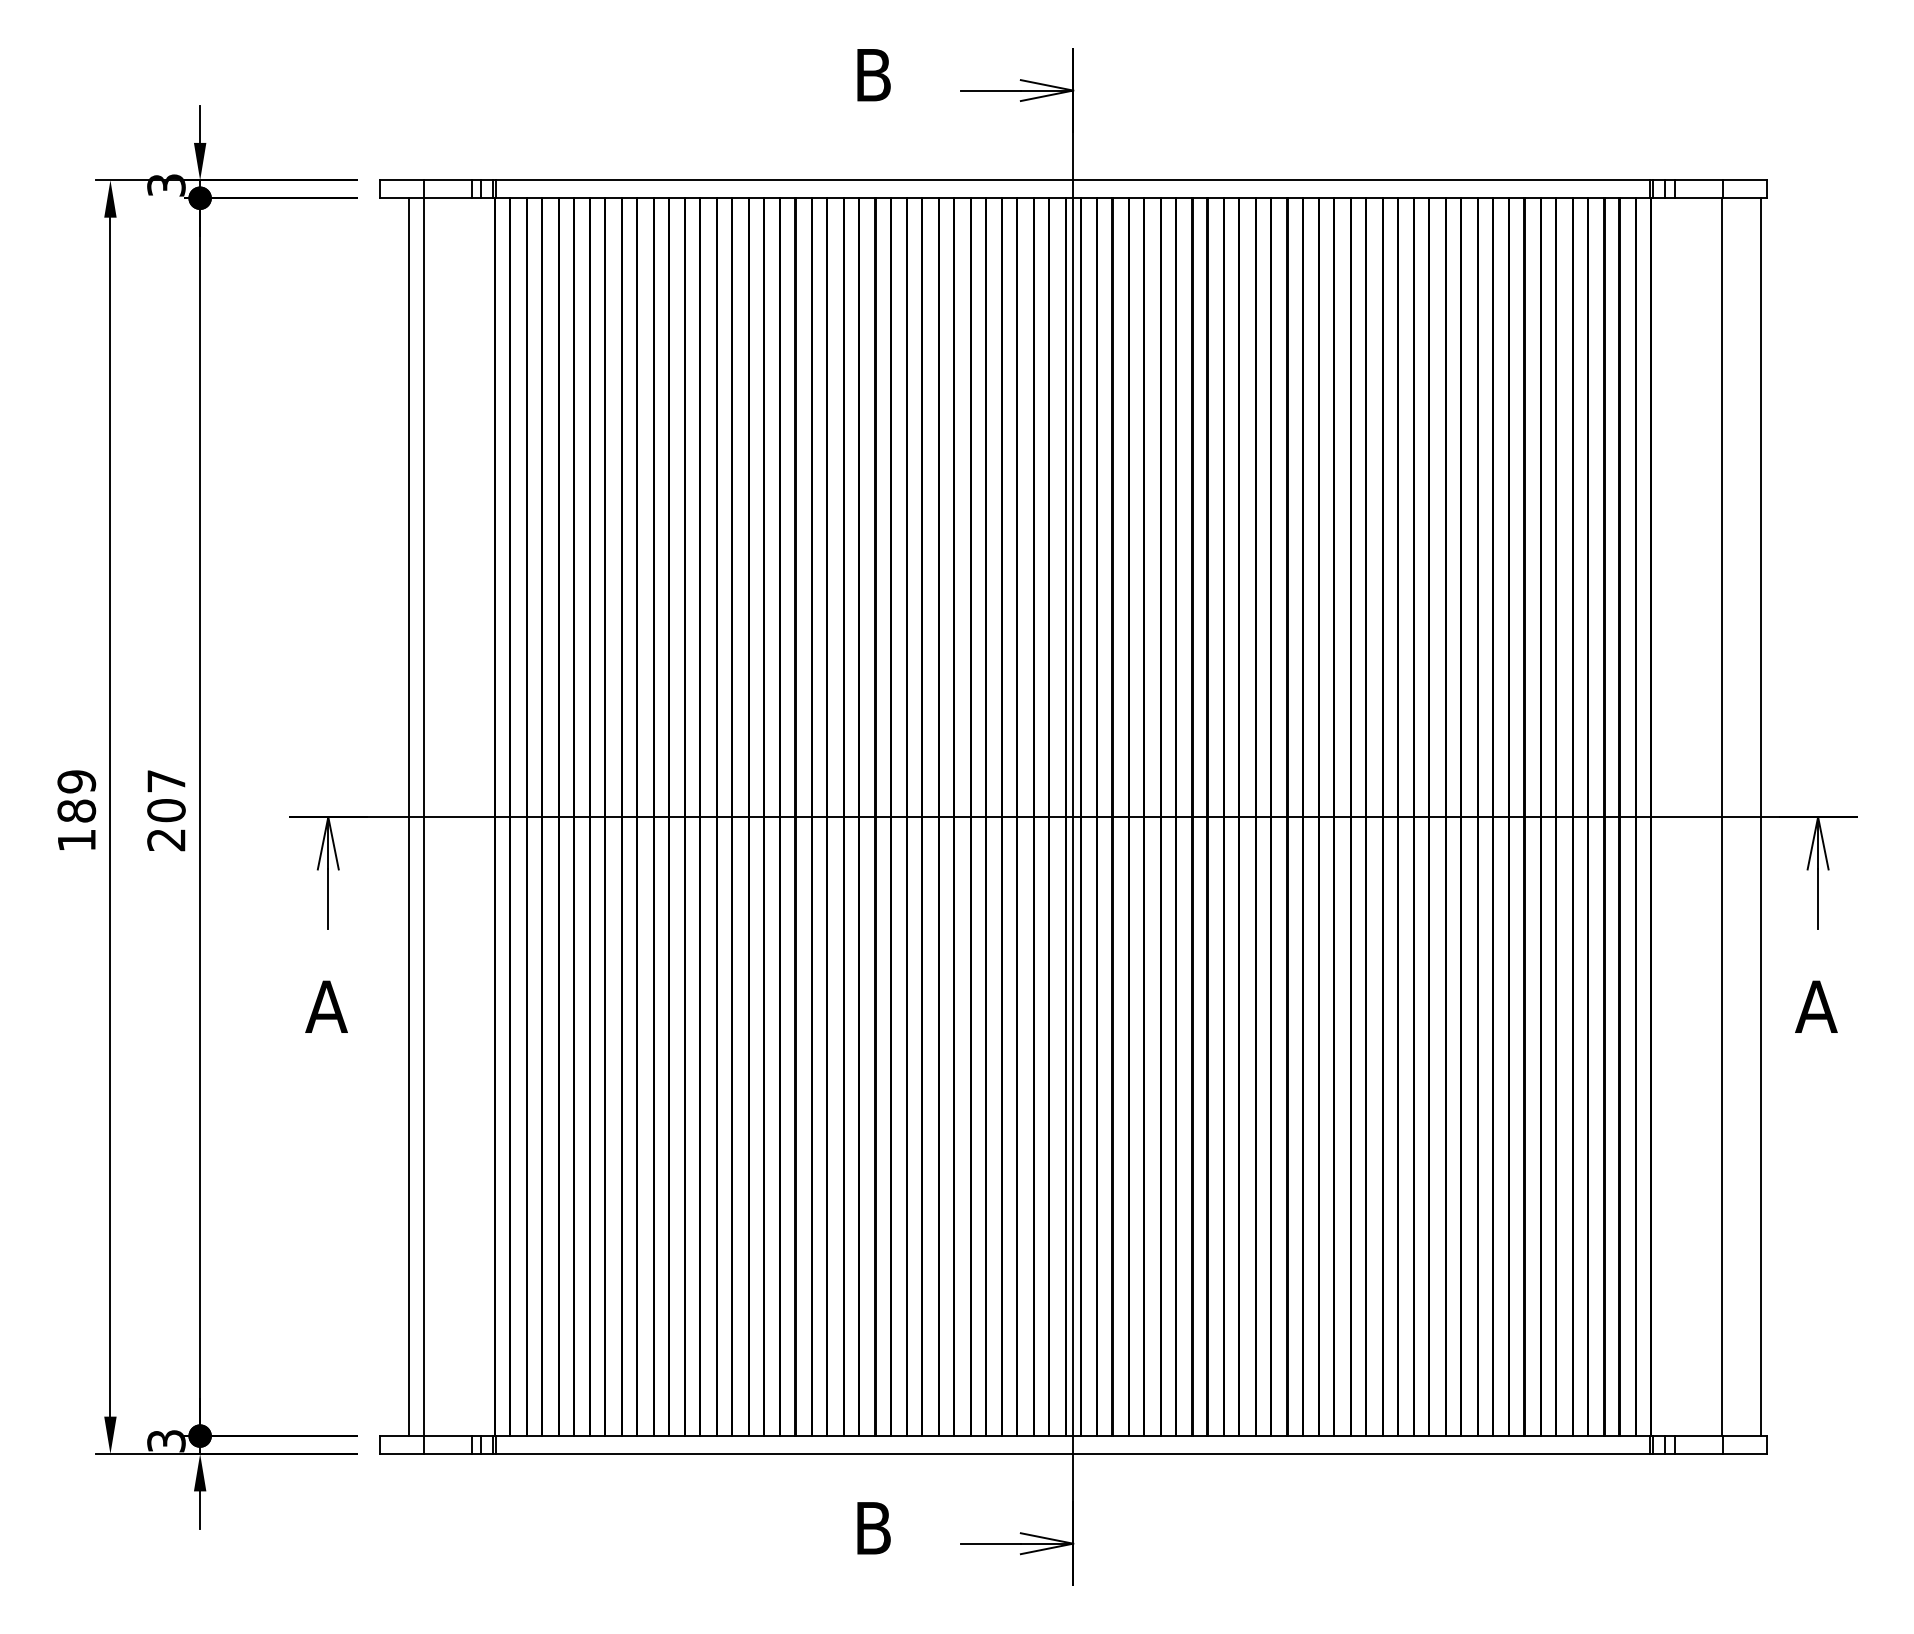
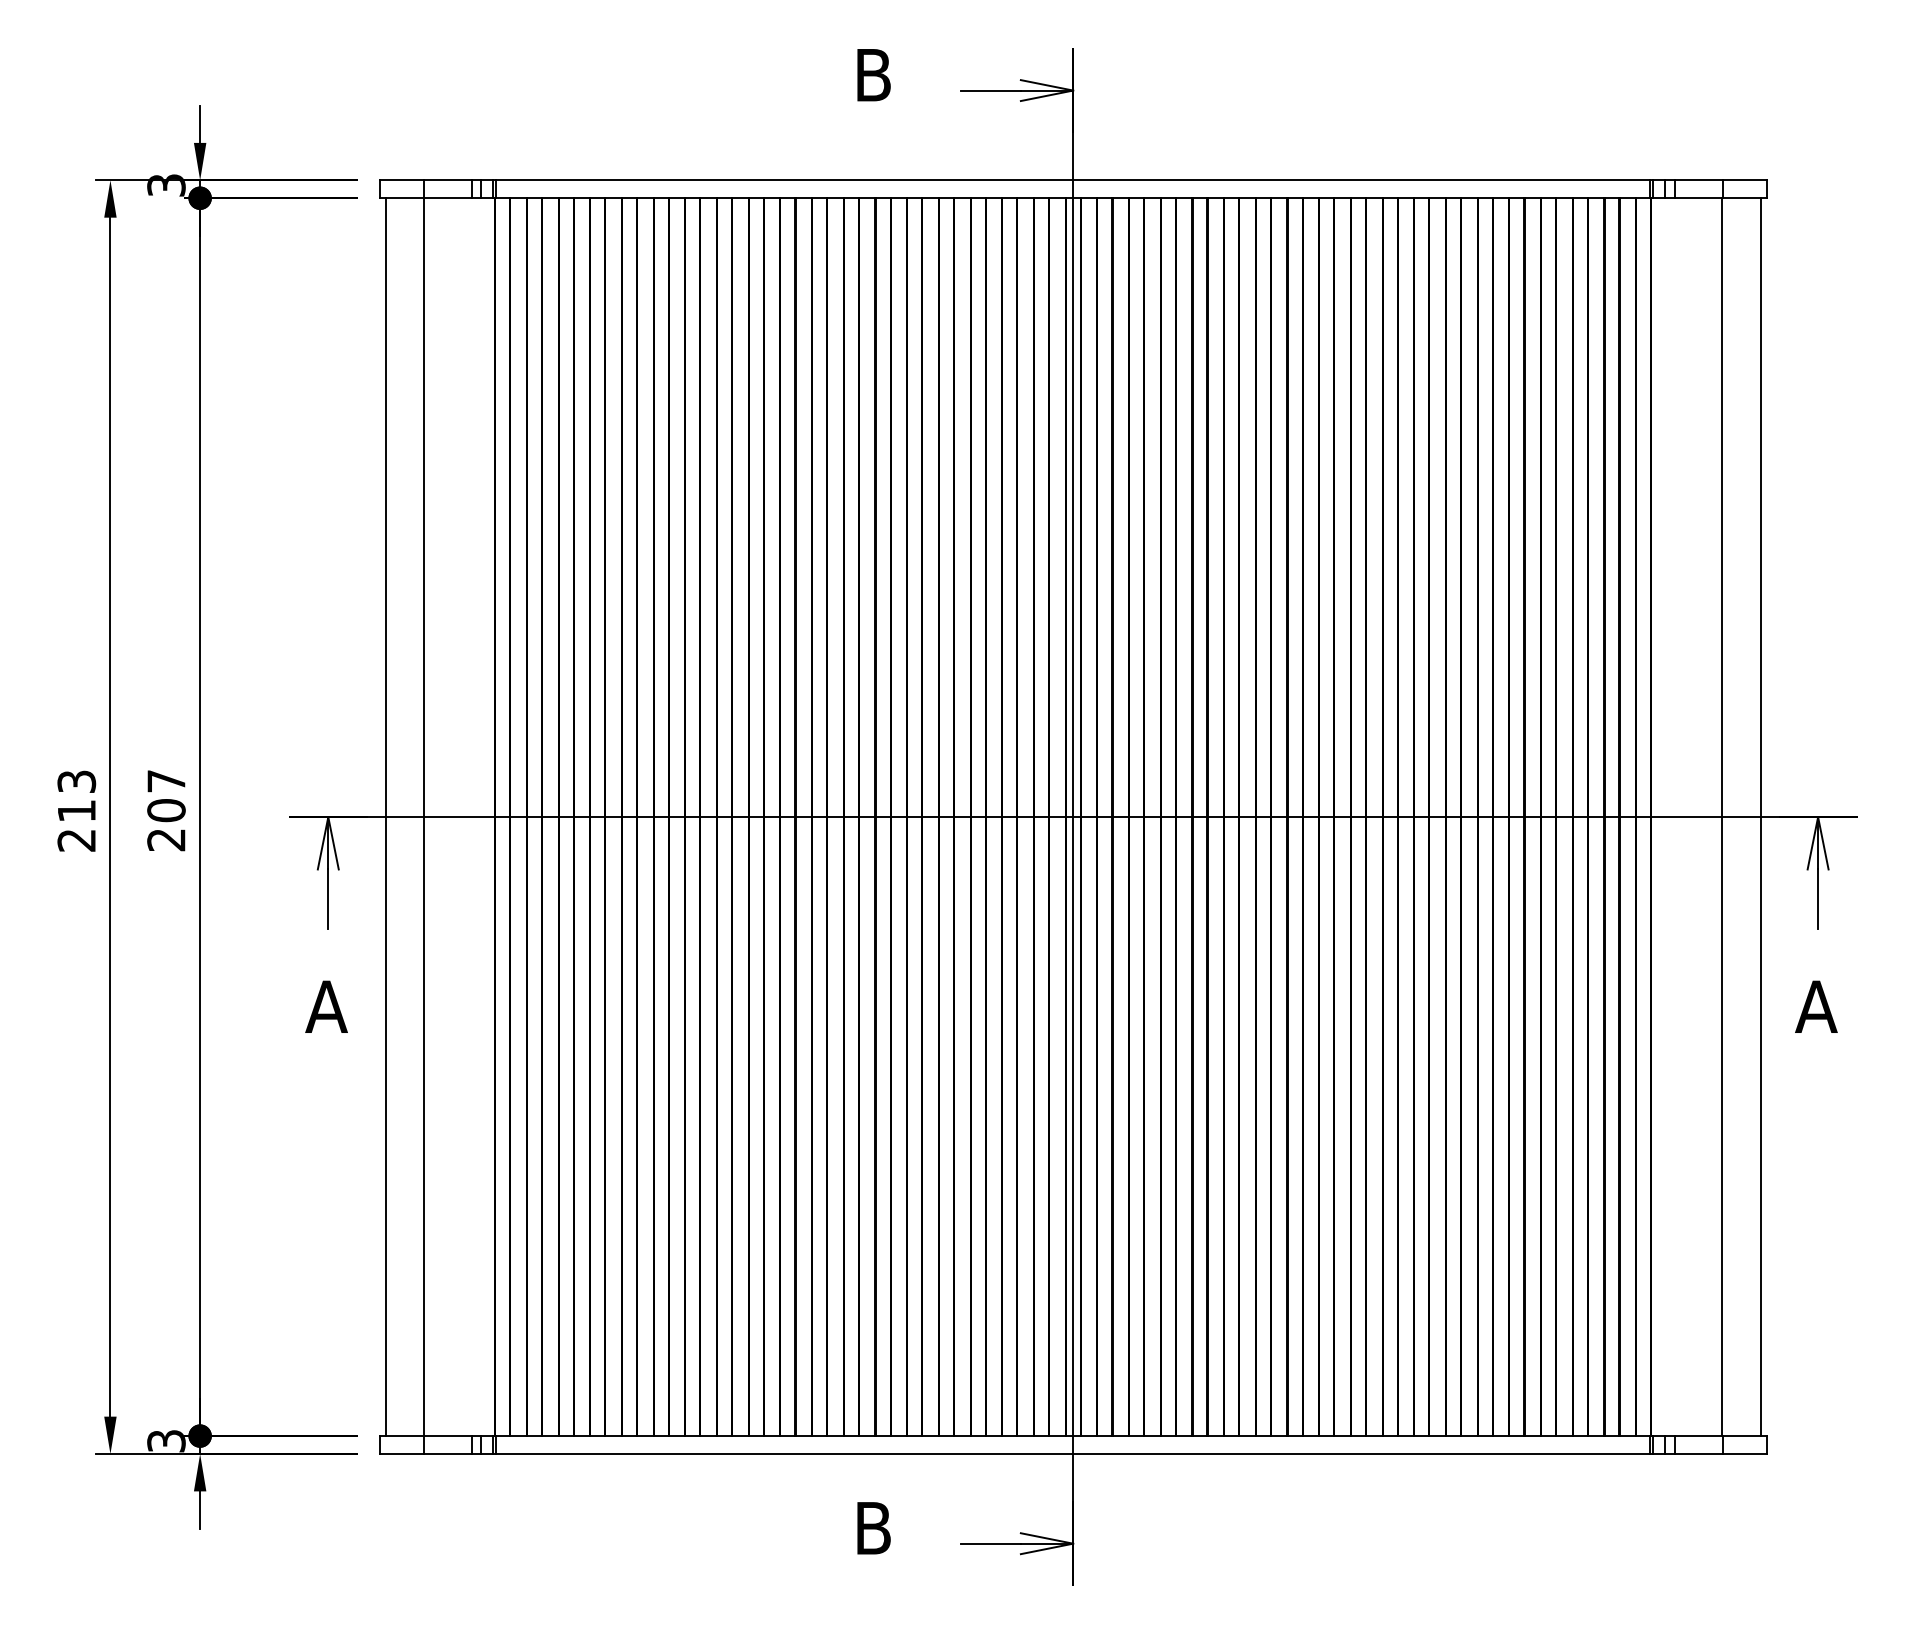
text at (76, 810): 189 -> 213
line at (408, 817) position: (408, 817) -> (385, 817)
